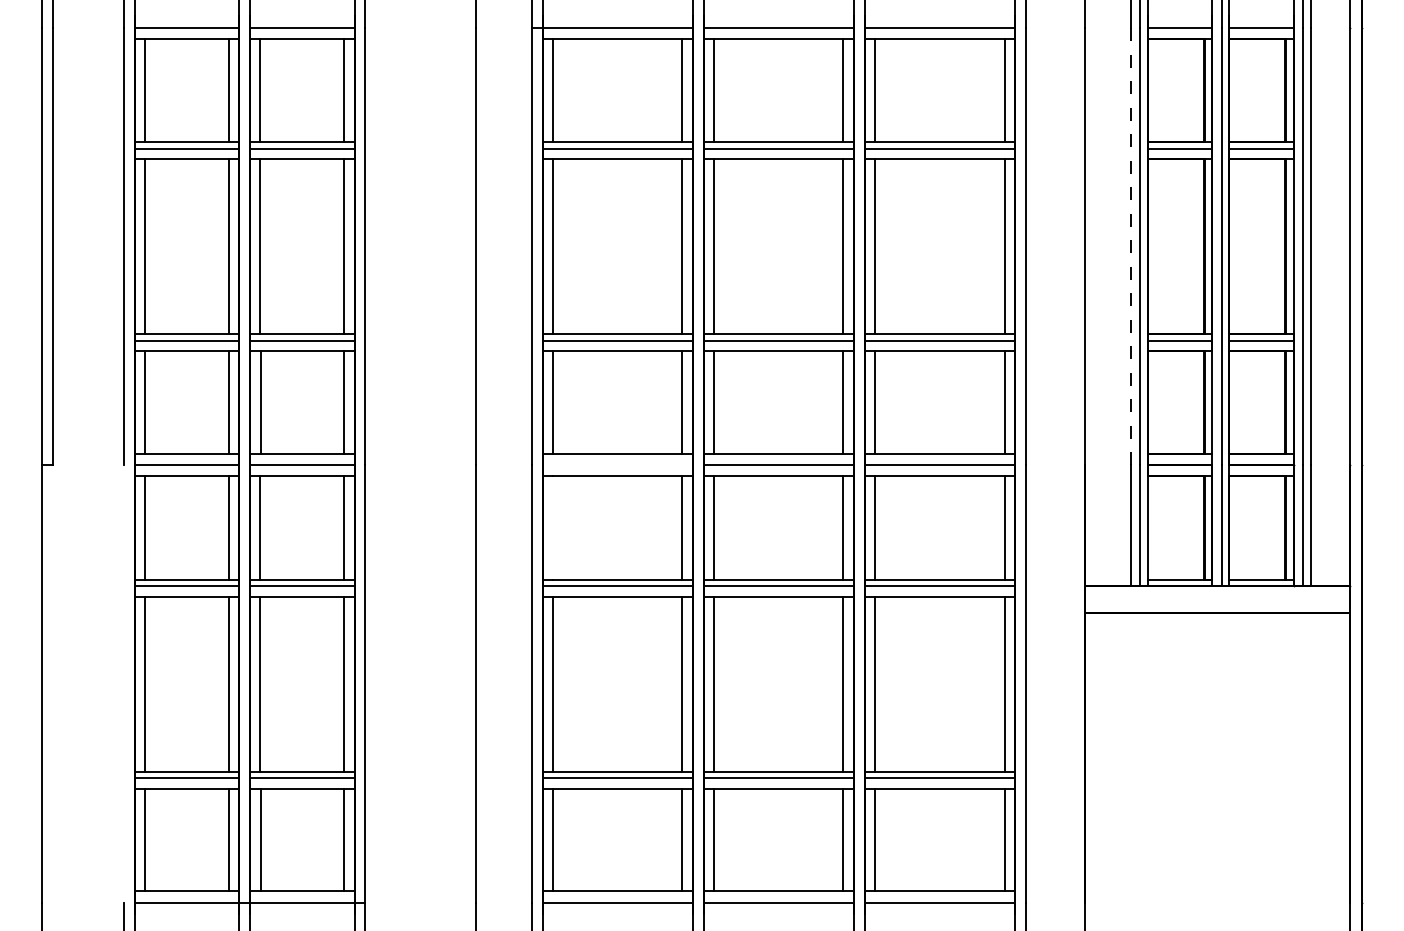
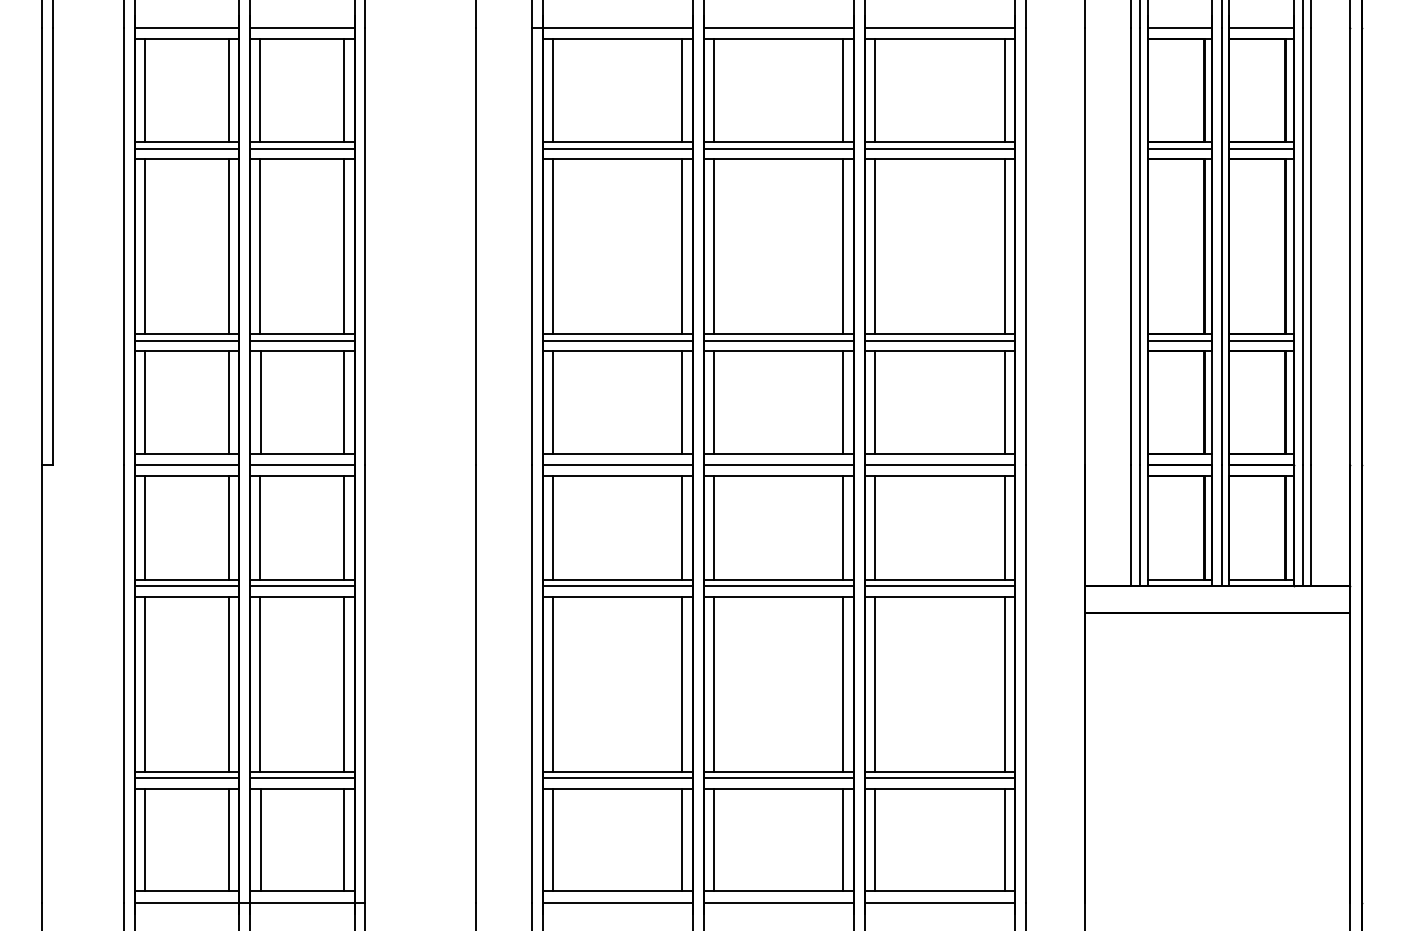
line at (1130, 246): dashed -> solid
line at (617, 465): none -> present
line at (553, 527): none -> present
line at (124, 684): none -> present
